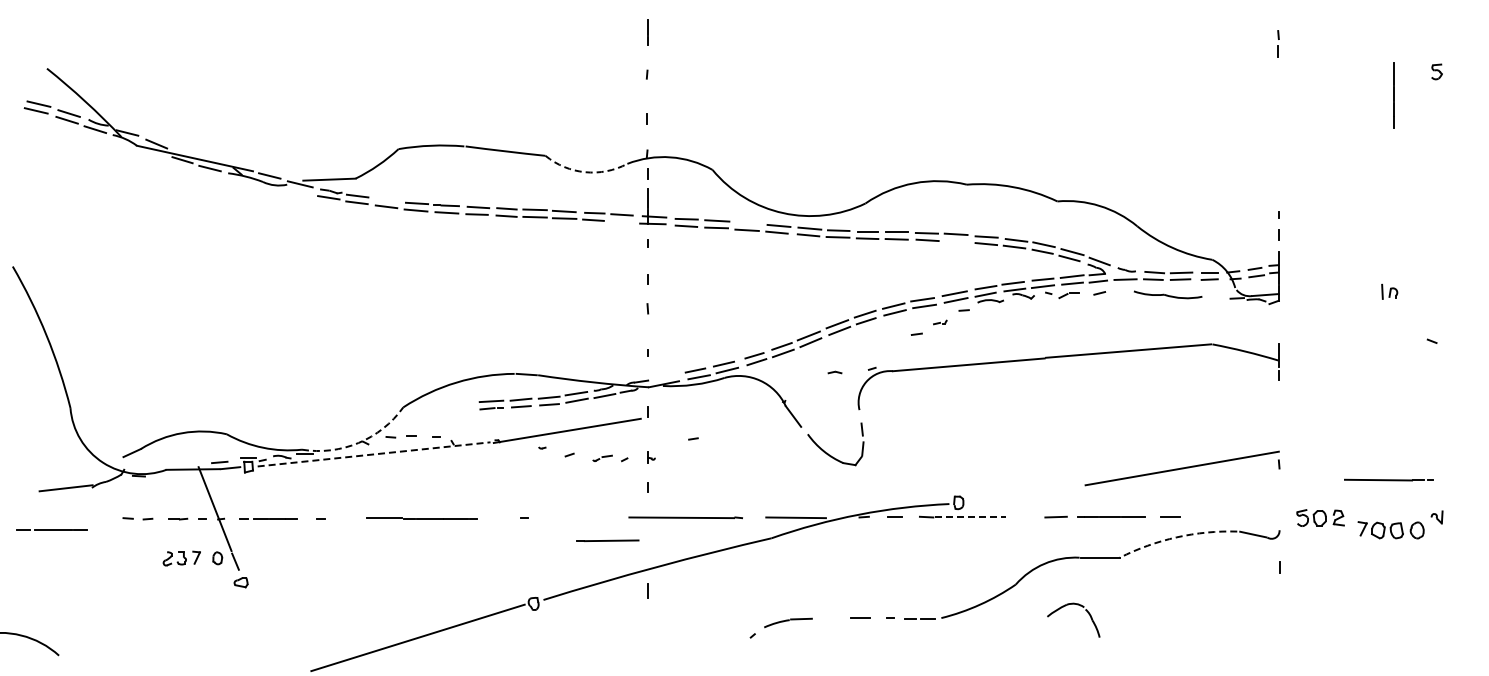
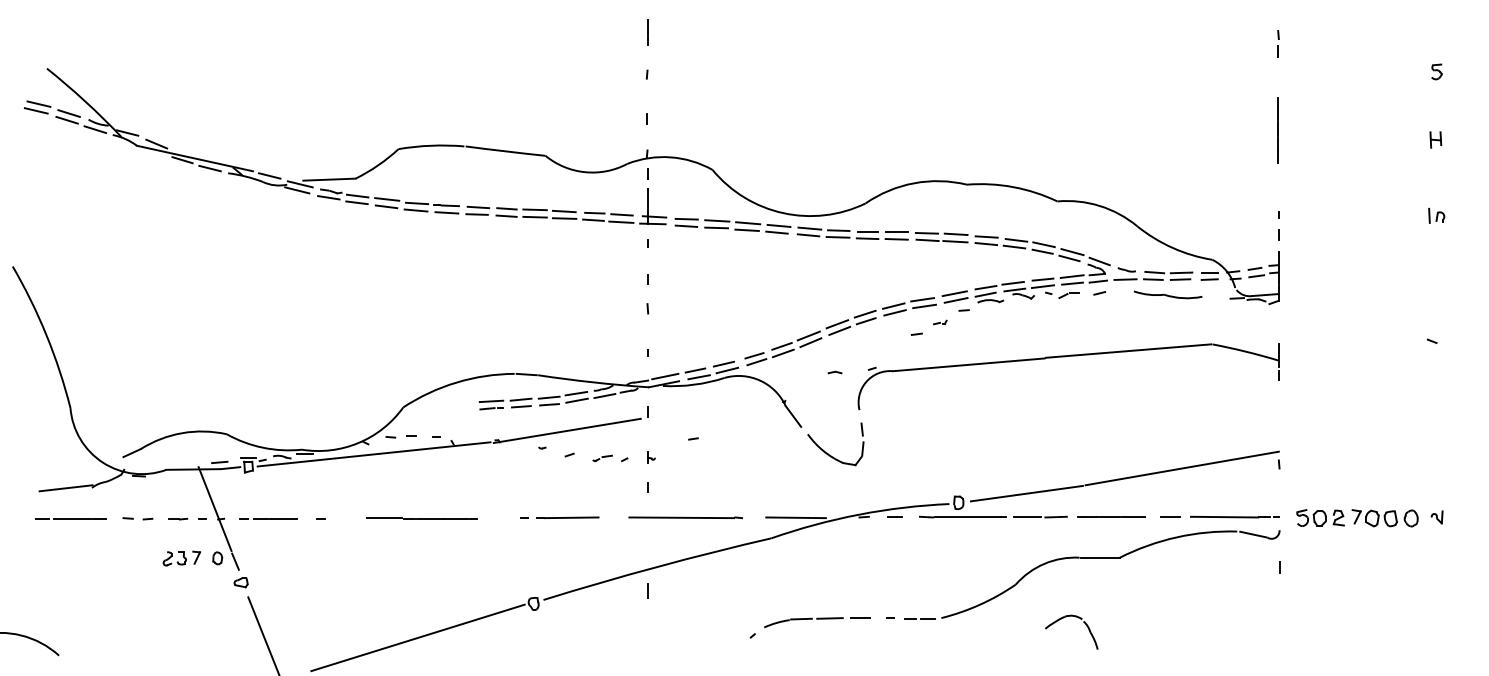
line at (1393, 95) position: (1393, 95) -> (1277, 130)
part at (1435, 139): none -> present
arc at (585, 172): dashed -> solid
line at (297, 190): none -> present
line at (387, 199): none -> present
line at (621, 221): none -> present
line at (748, 223): none -> present
line at (955, 241): none -> present
part at (1389, 291) position: (1389, 291) -> (1436, 215)
line at (665, 376): none -> present
arc at (358, 442): dashed -> solid
line at (374, 454): dashed -> solid
line at (1388, 479) position: (1388, 479) -> (1234, 516)
line at (1026, 493): none -> present
line at (970, 517): dashed -> solid
line at (1027, 517): none -> present
line at (51, 529) position: (51, 529) -> (70, 518)
part at (1390, 530) position: (1390, 530) -> (1384, 518)
arc at (1176, 537): dashed -> solid
line at (607, 540) position: (607, 540) -> (567, 517)
part at (1077, 605) position: (1077, 605) -> (1075, 617)
line at (829, 618): none -> present
line at (263, 634): none -> present
